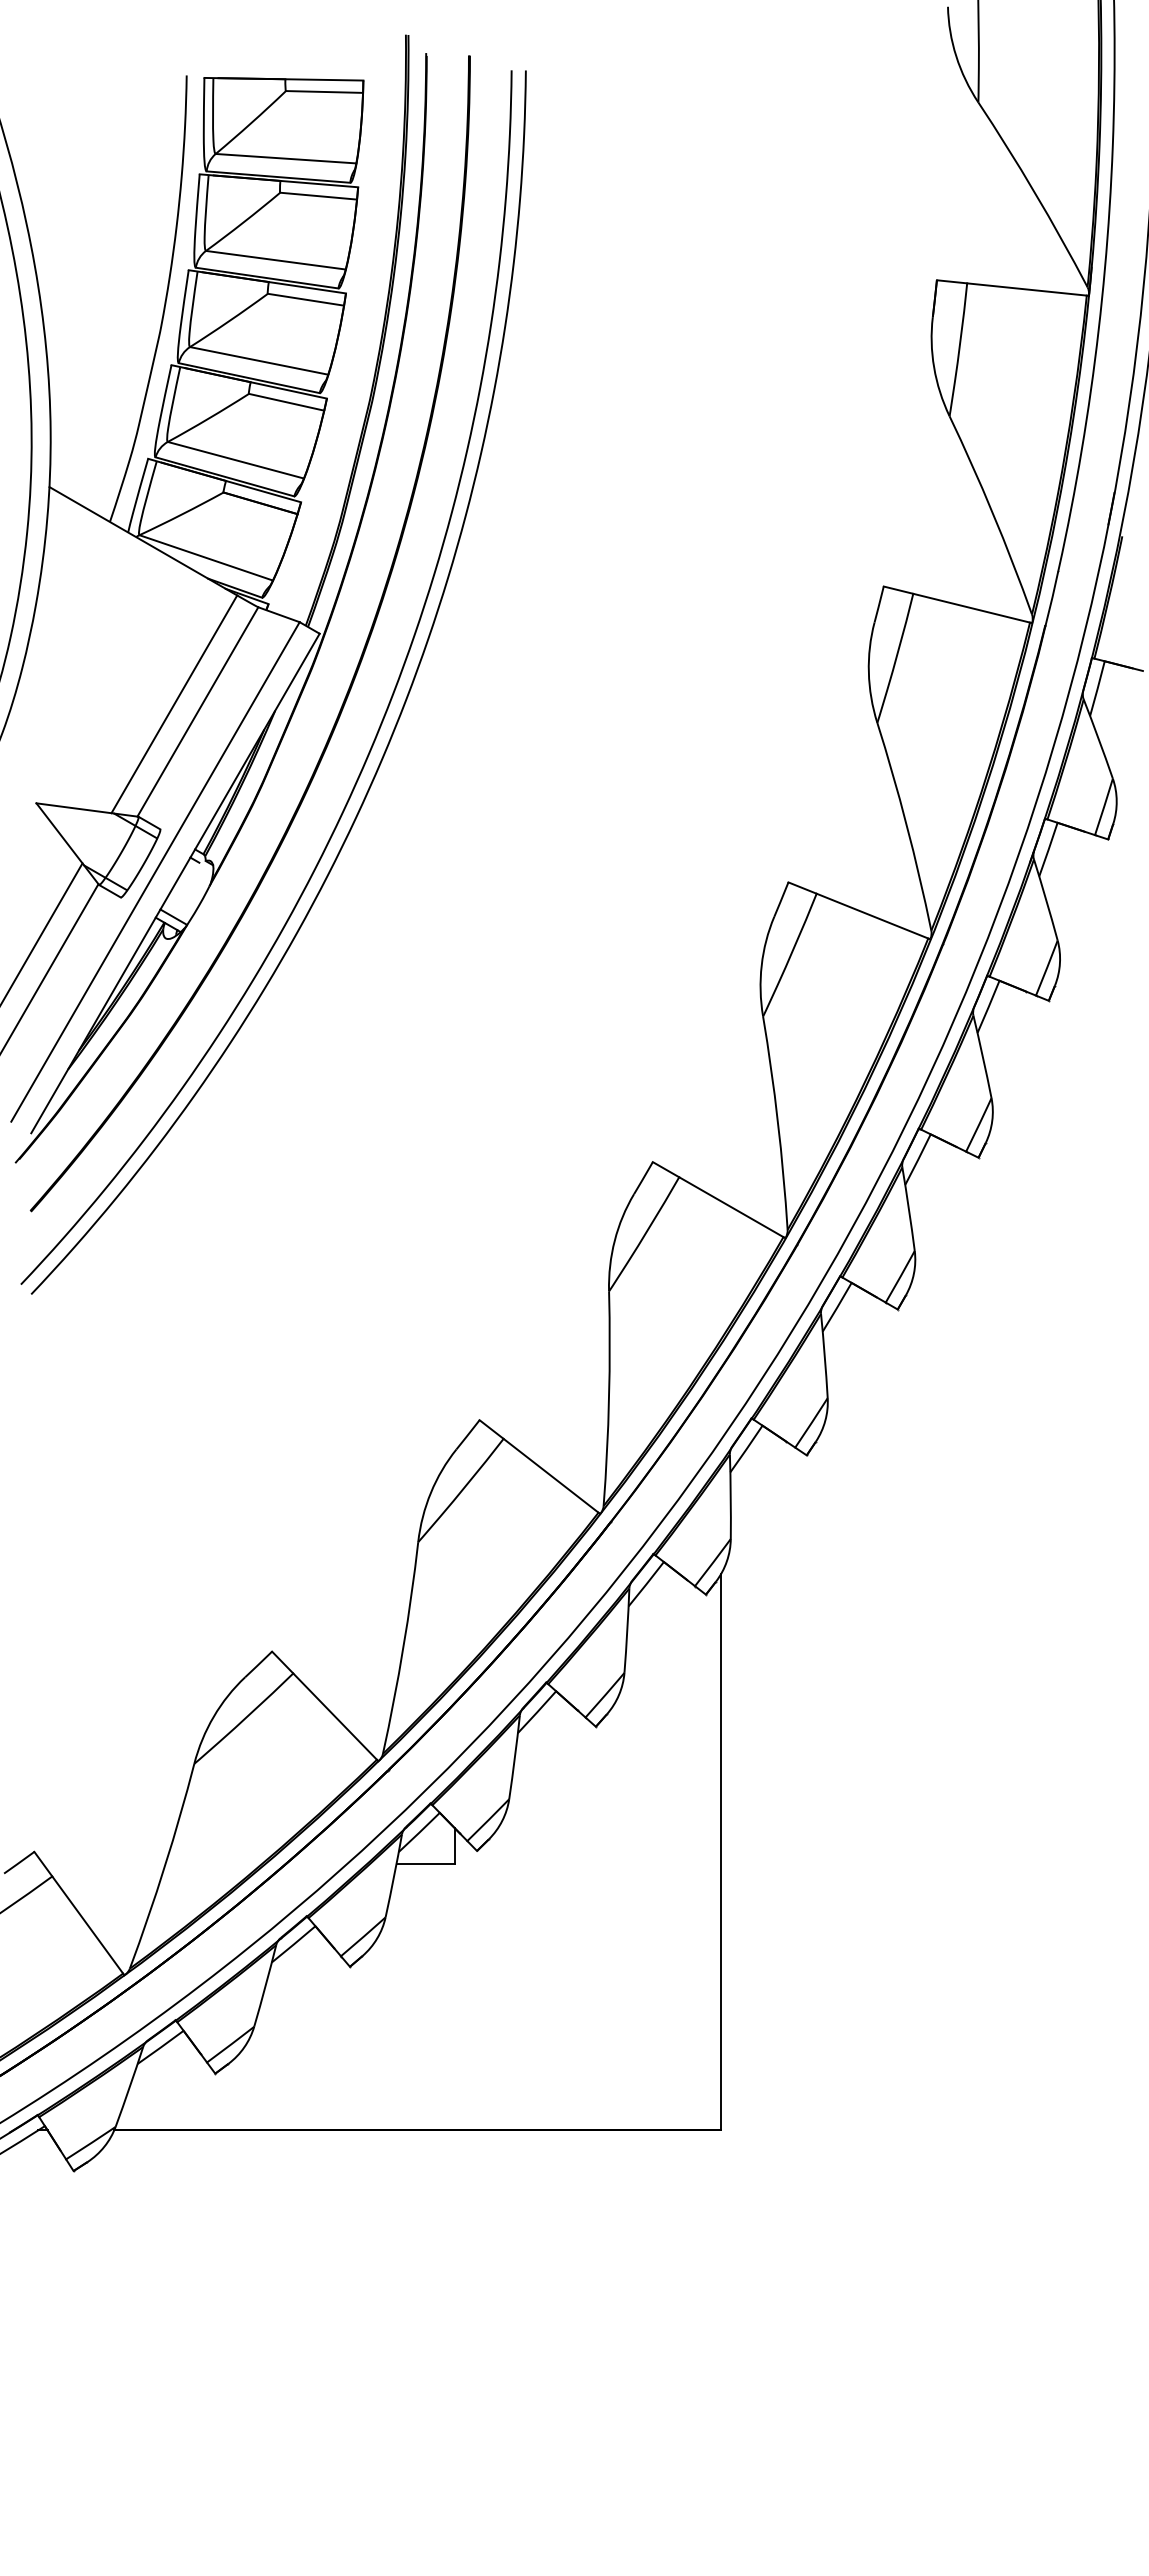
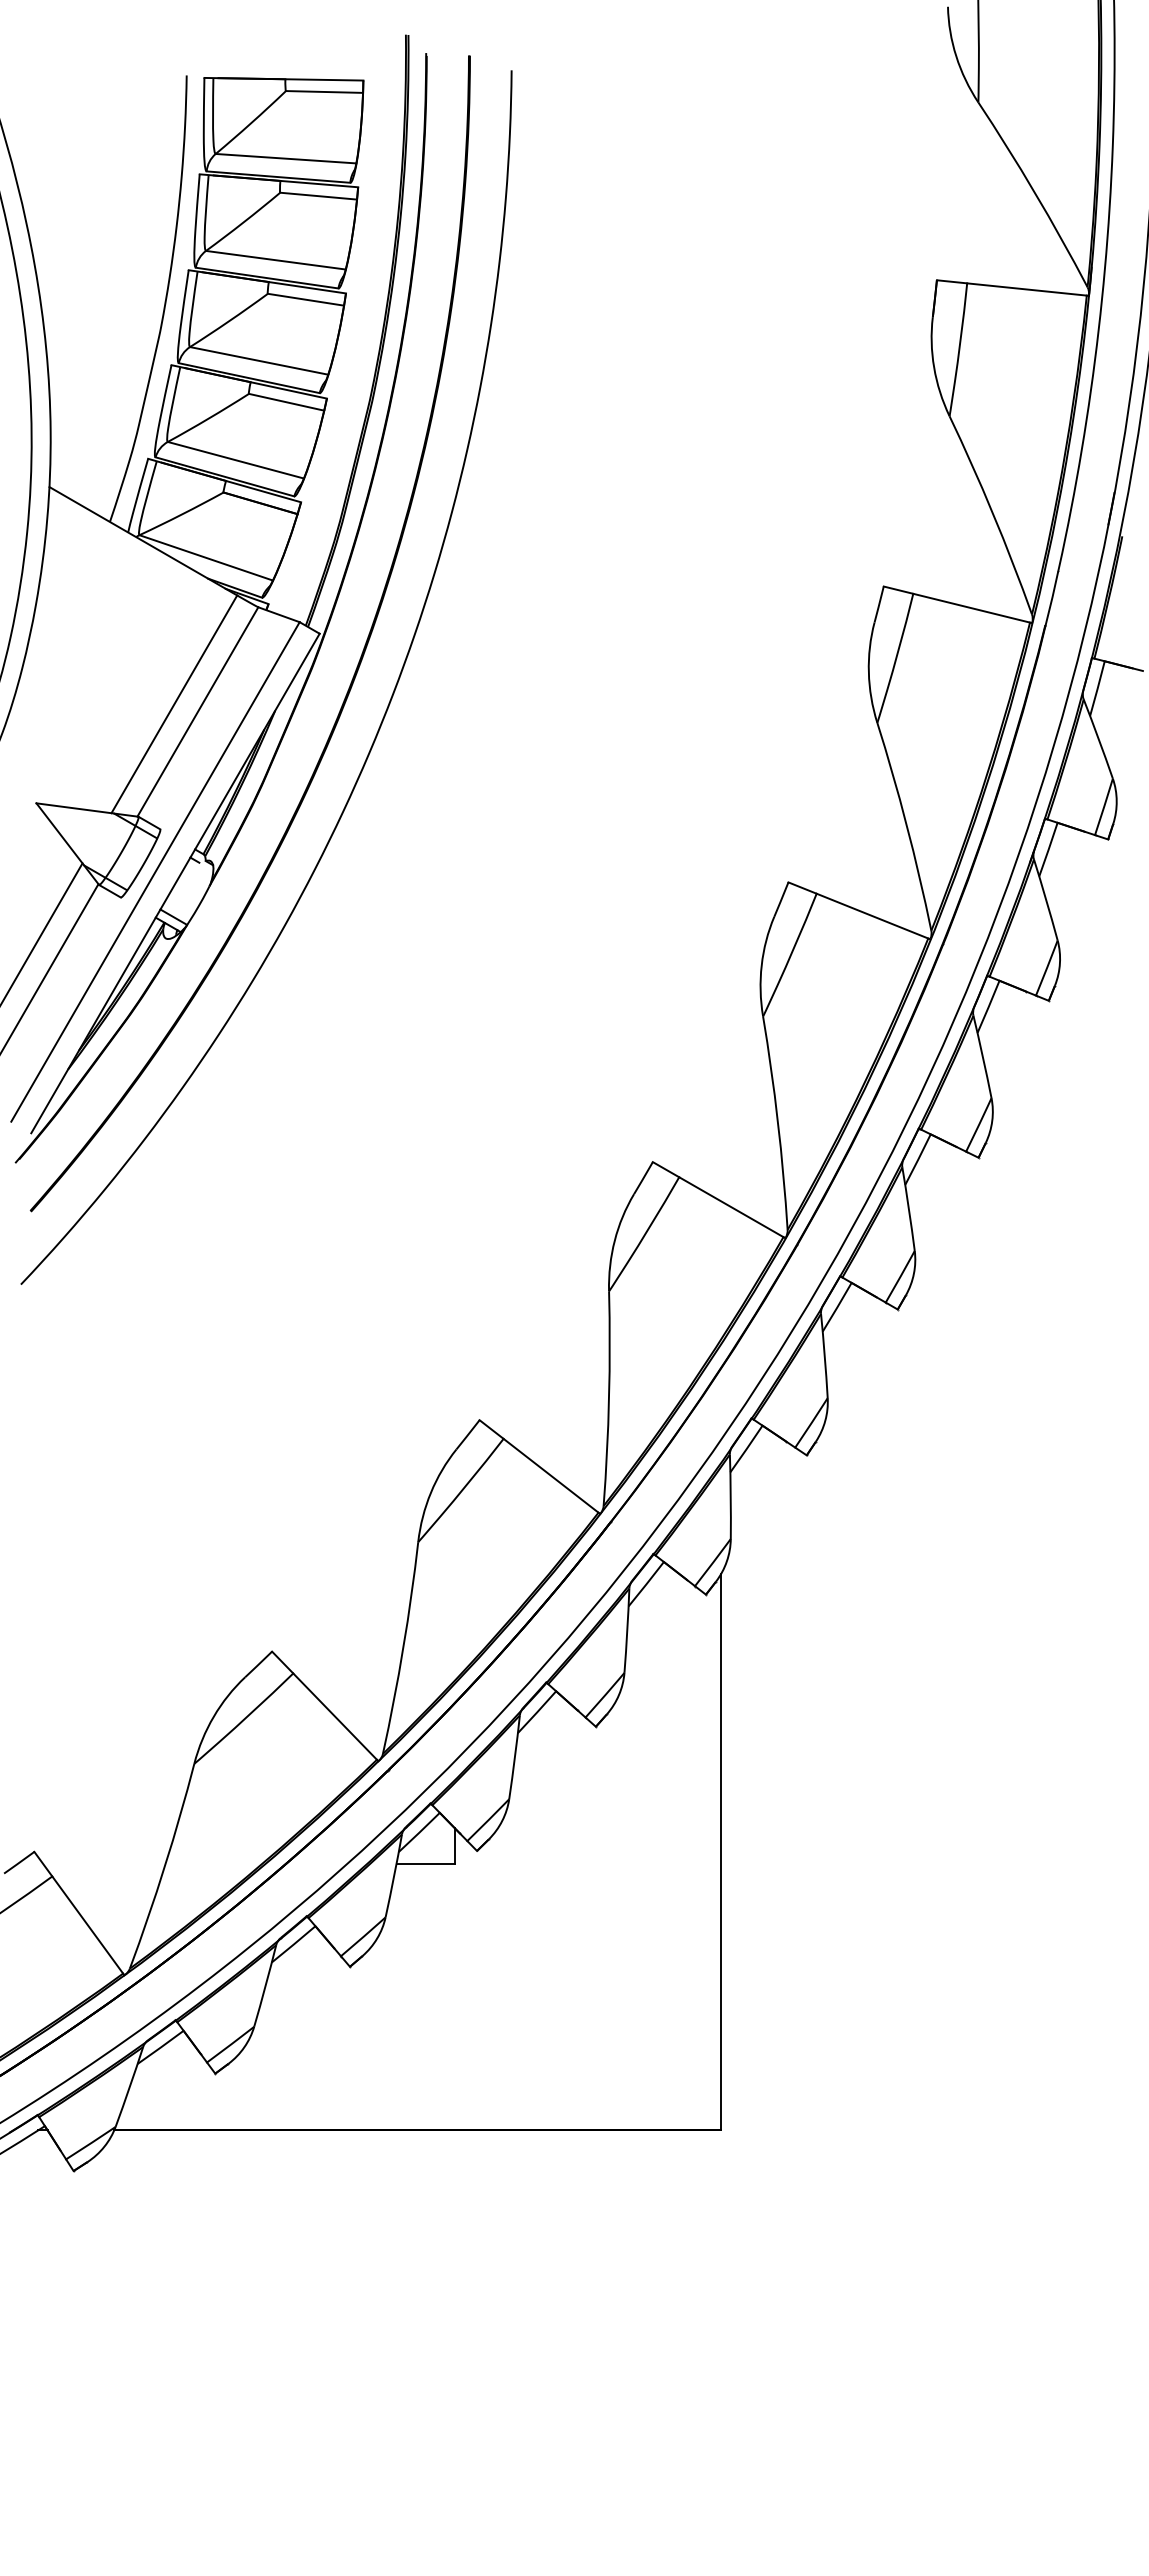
curve at (393, 728): present -> none
